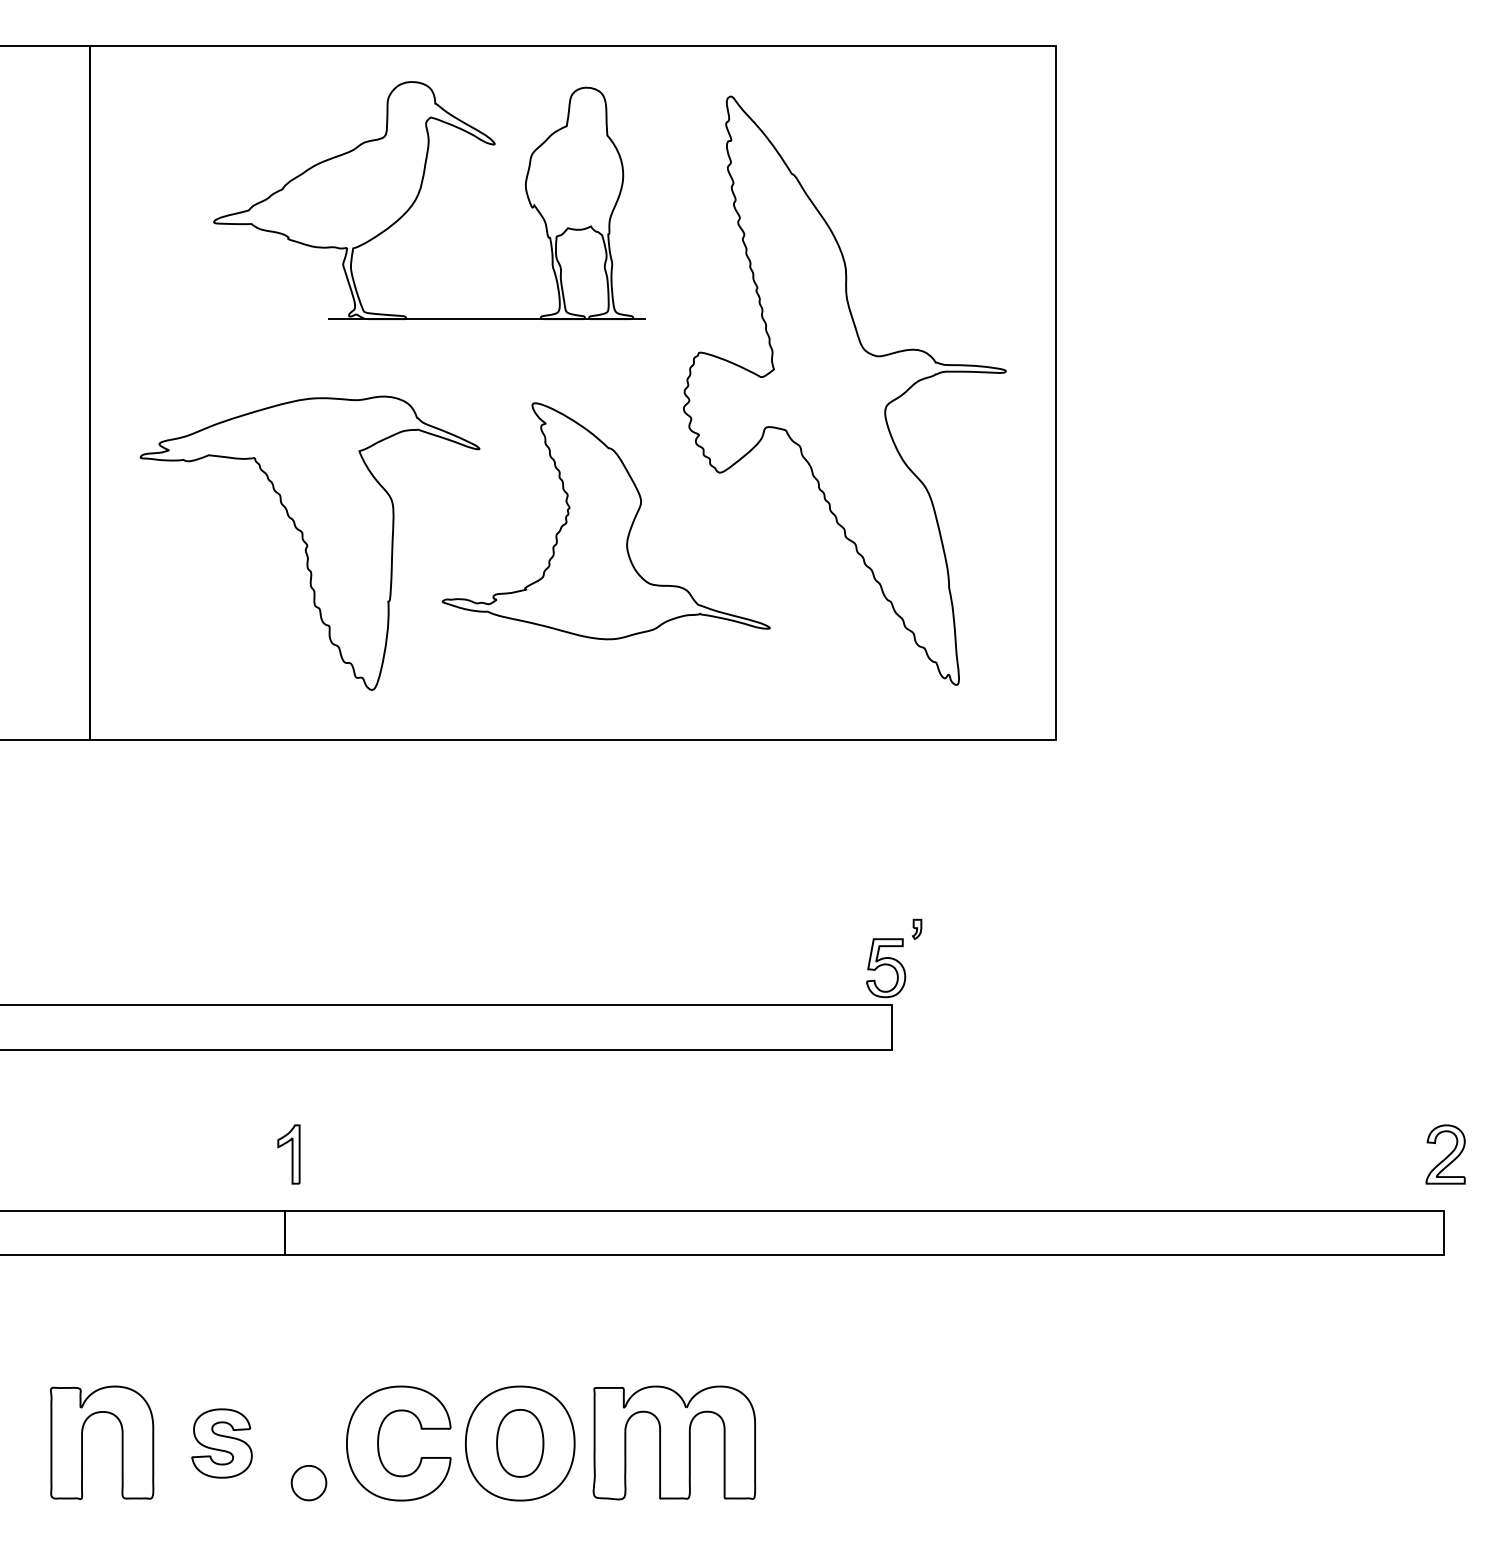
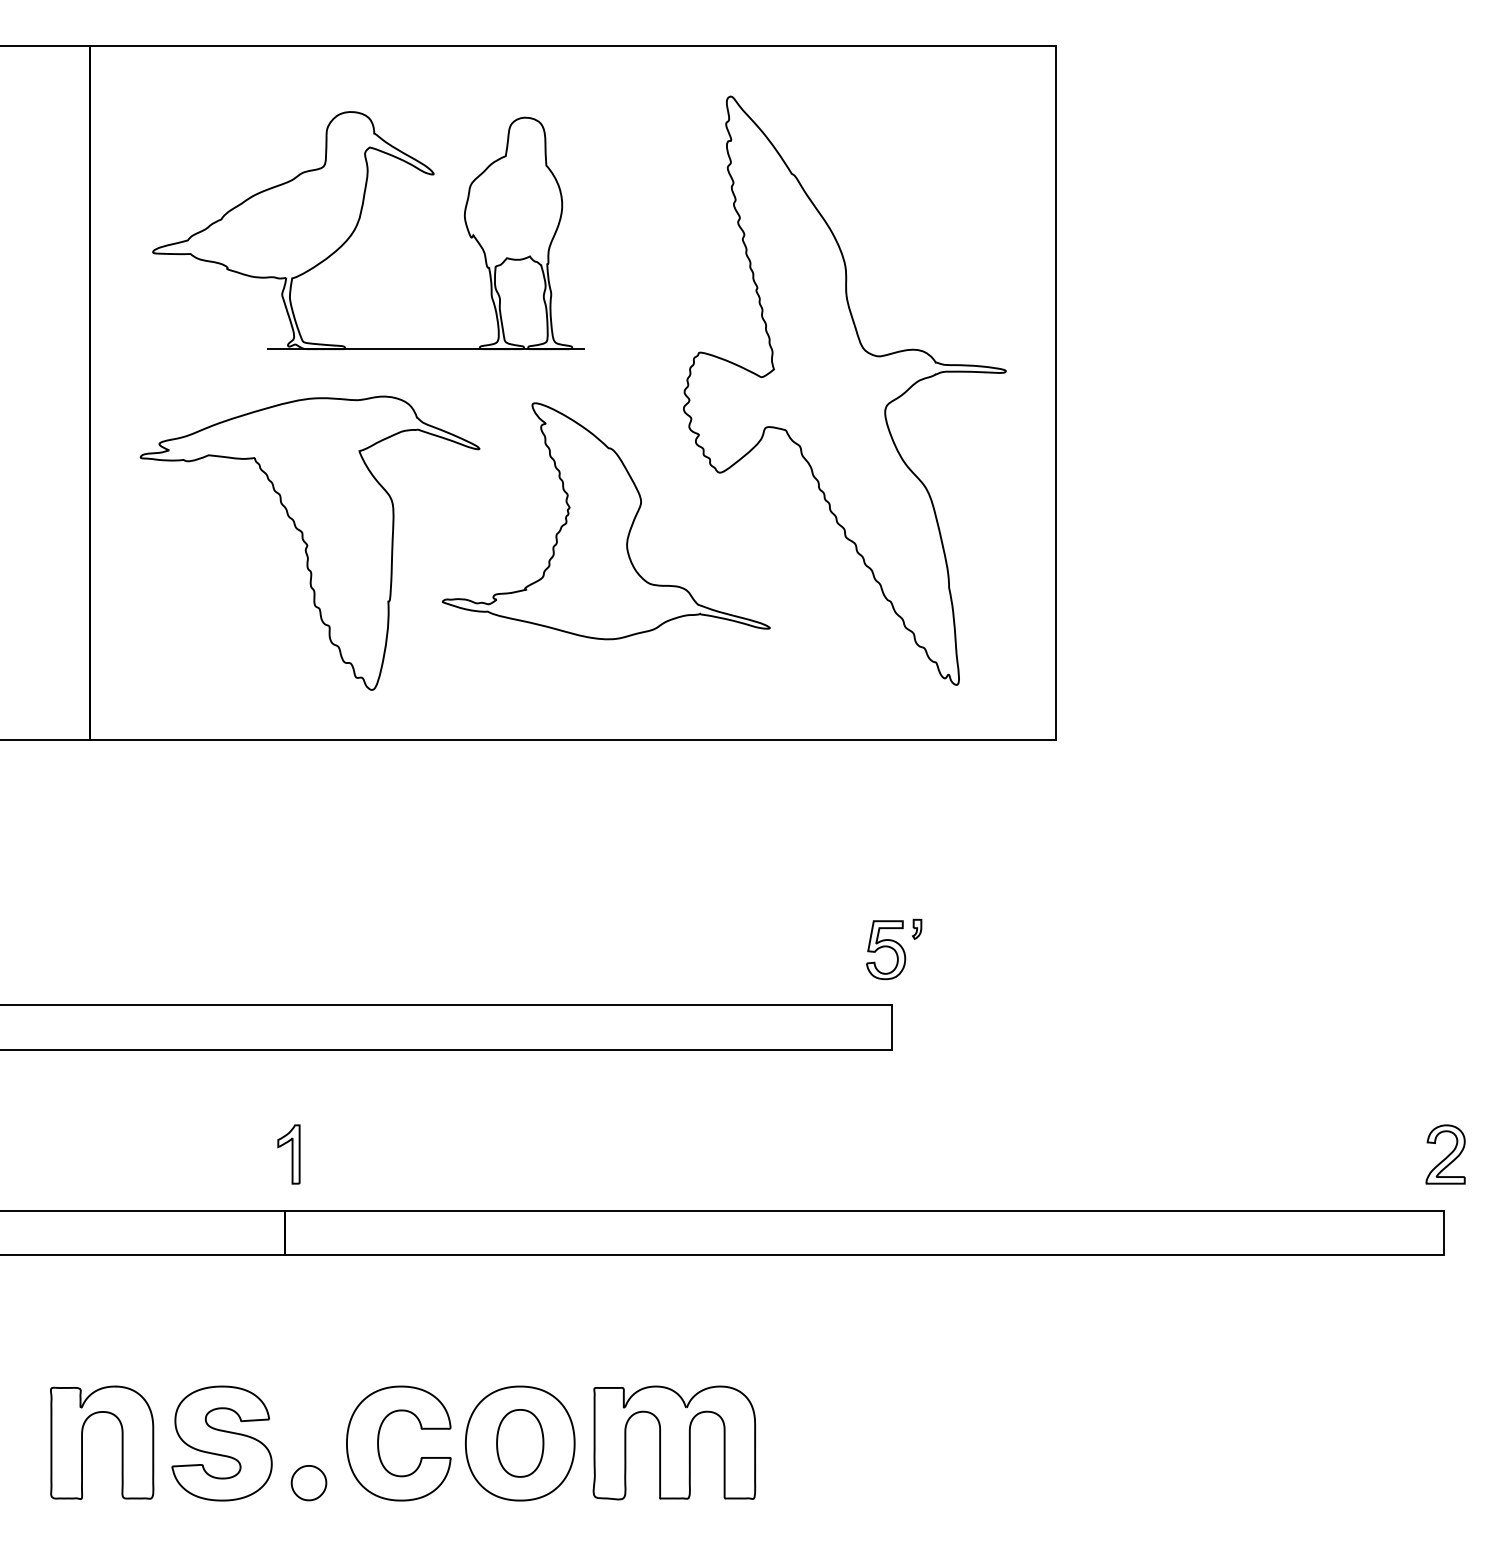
part at (419, 194) position: (419, 194) -> (358, 224)
part at (886, 968) position: (886, 968) -> (886, 950)
part at (221, 1443) size: 62x71 px -> 102x117 px
